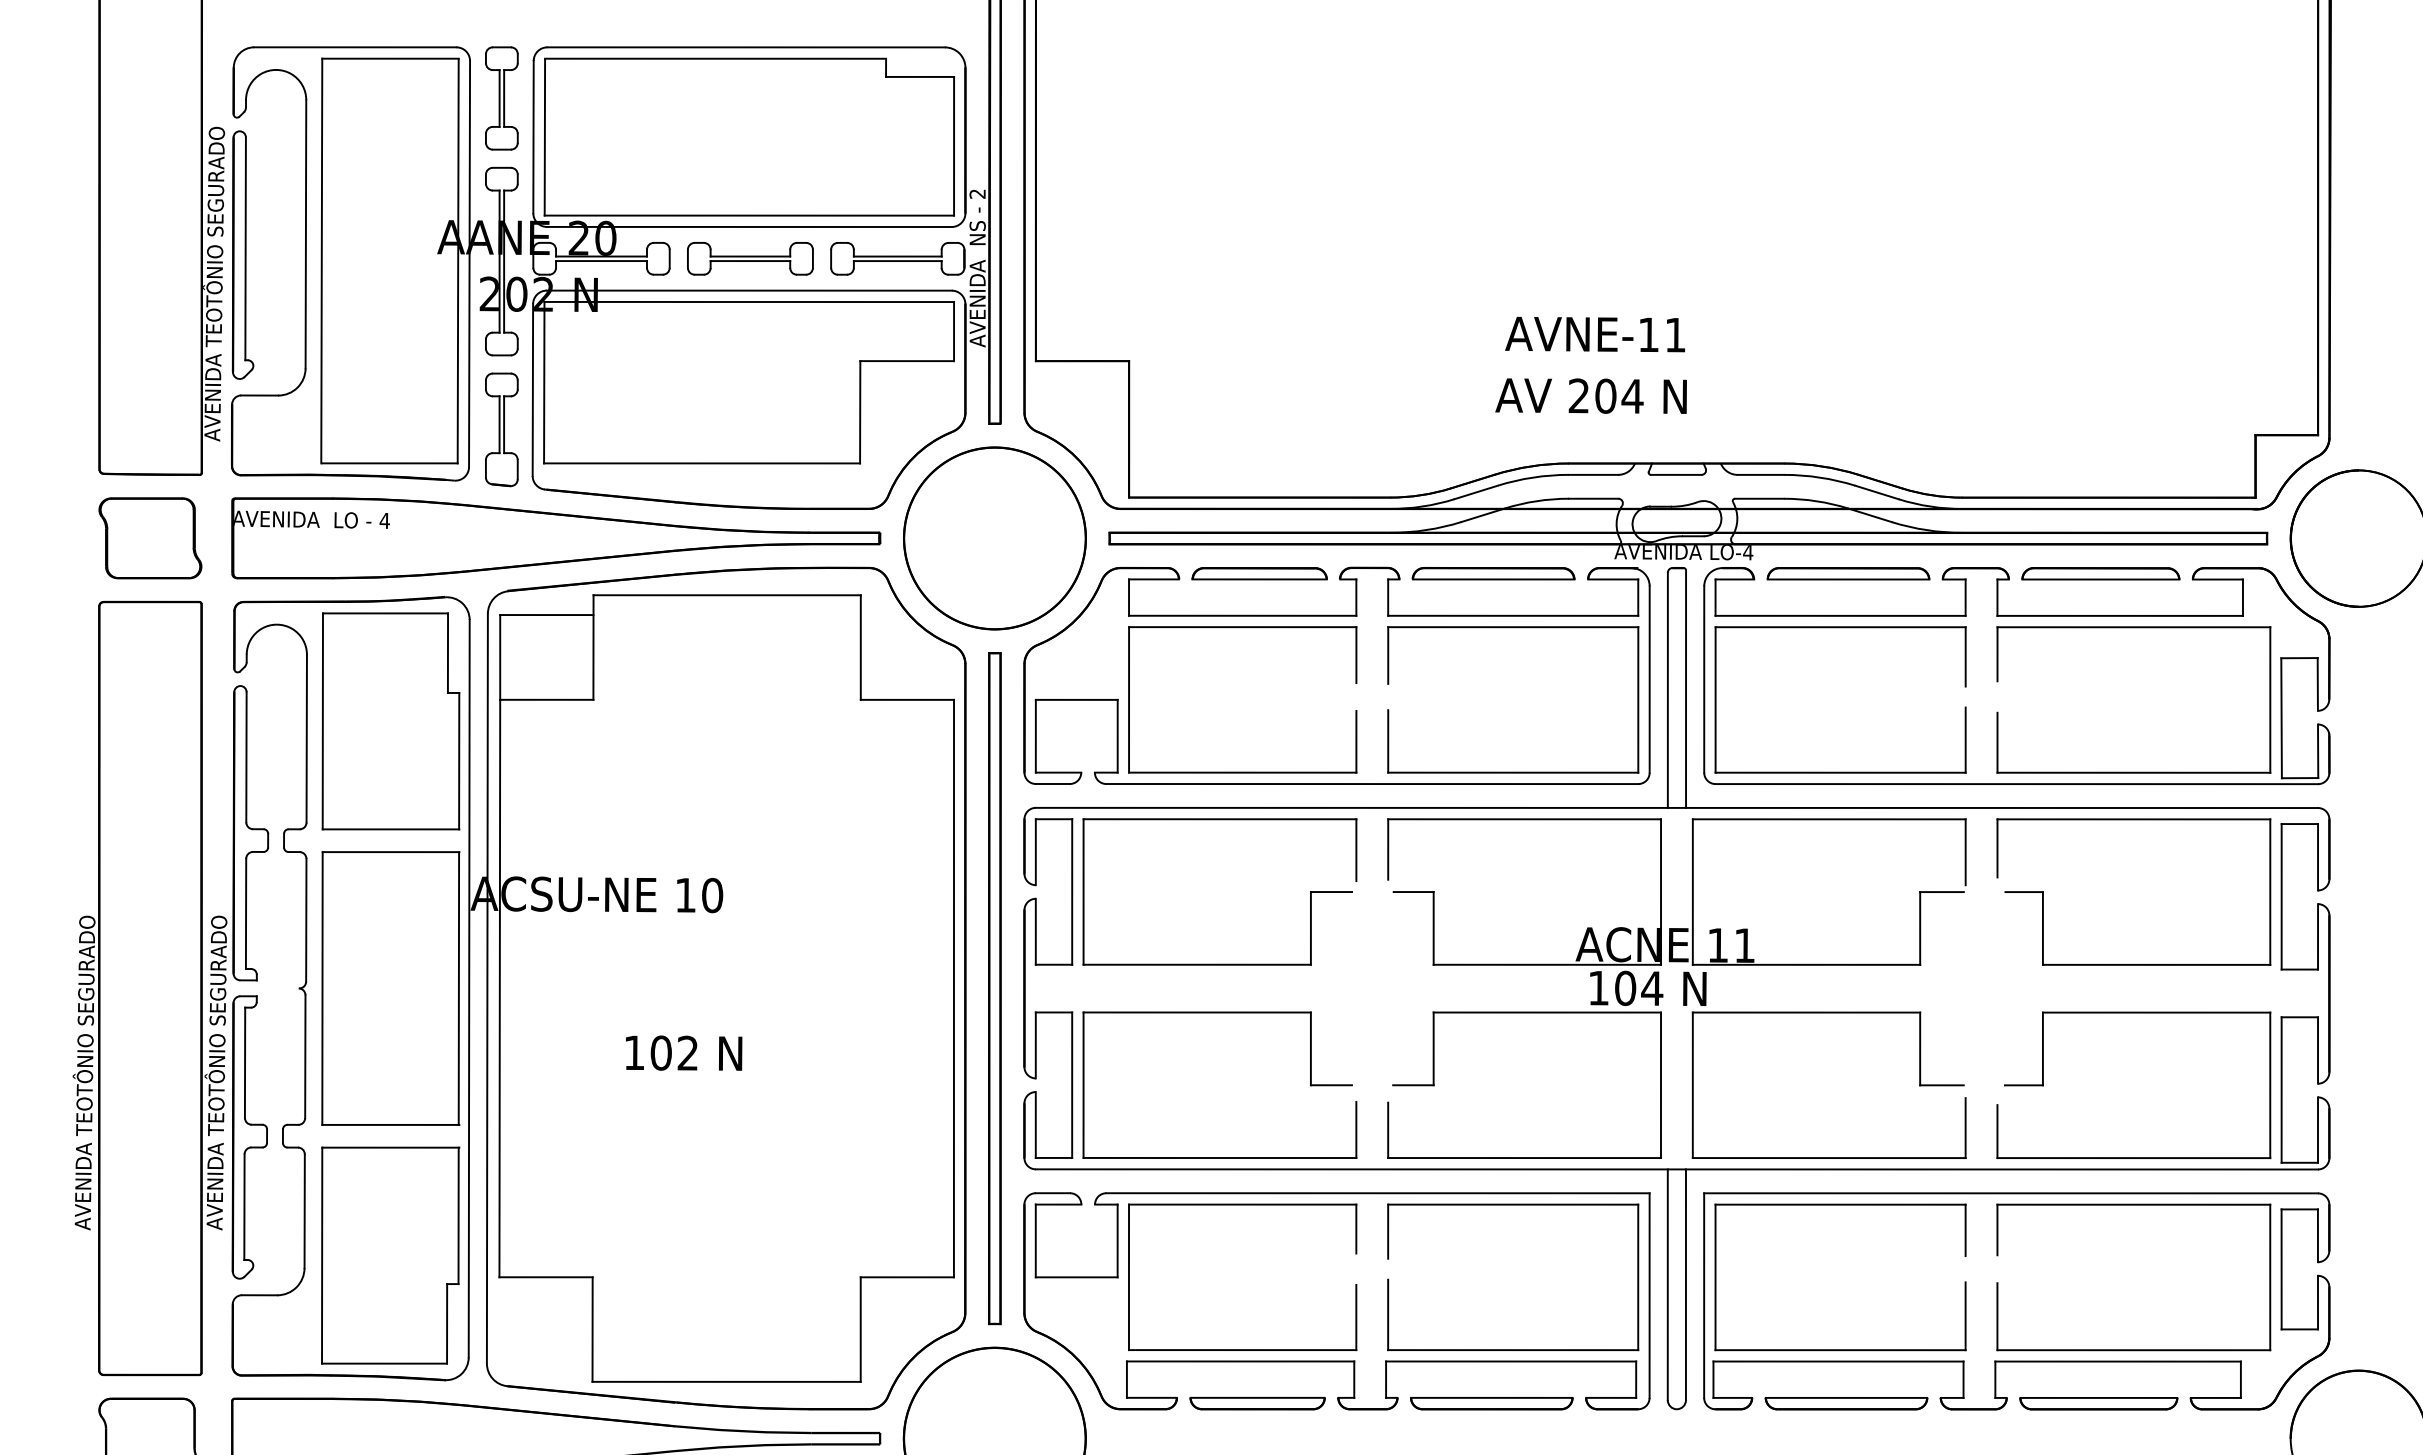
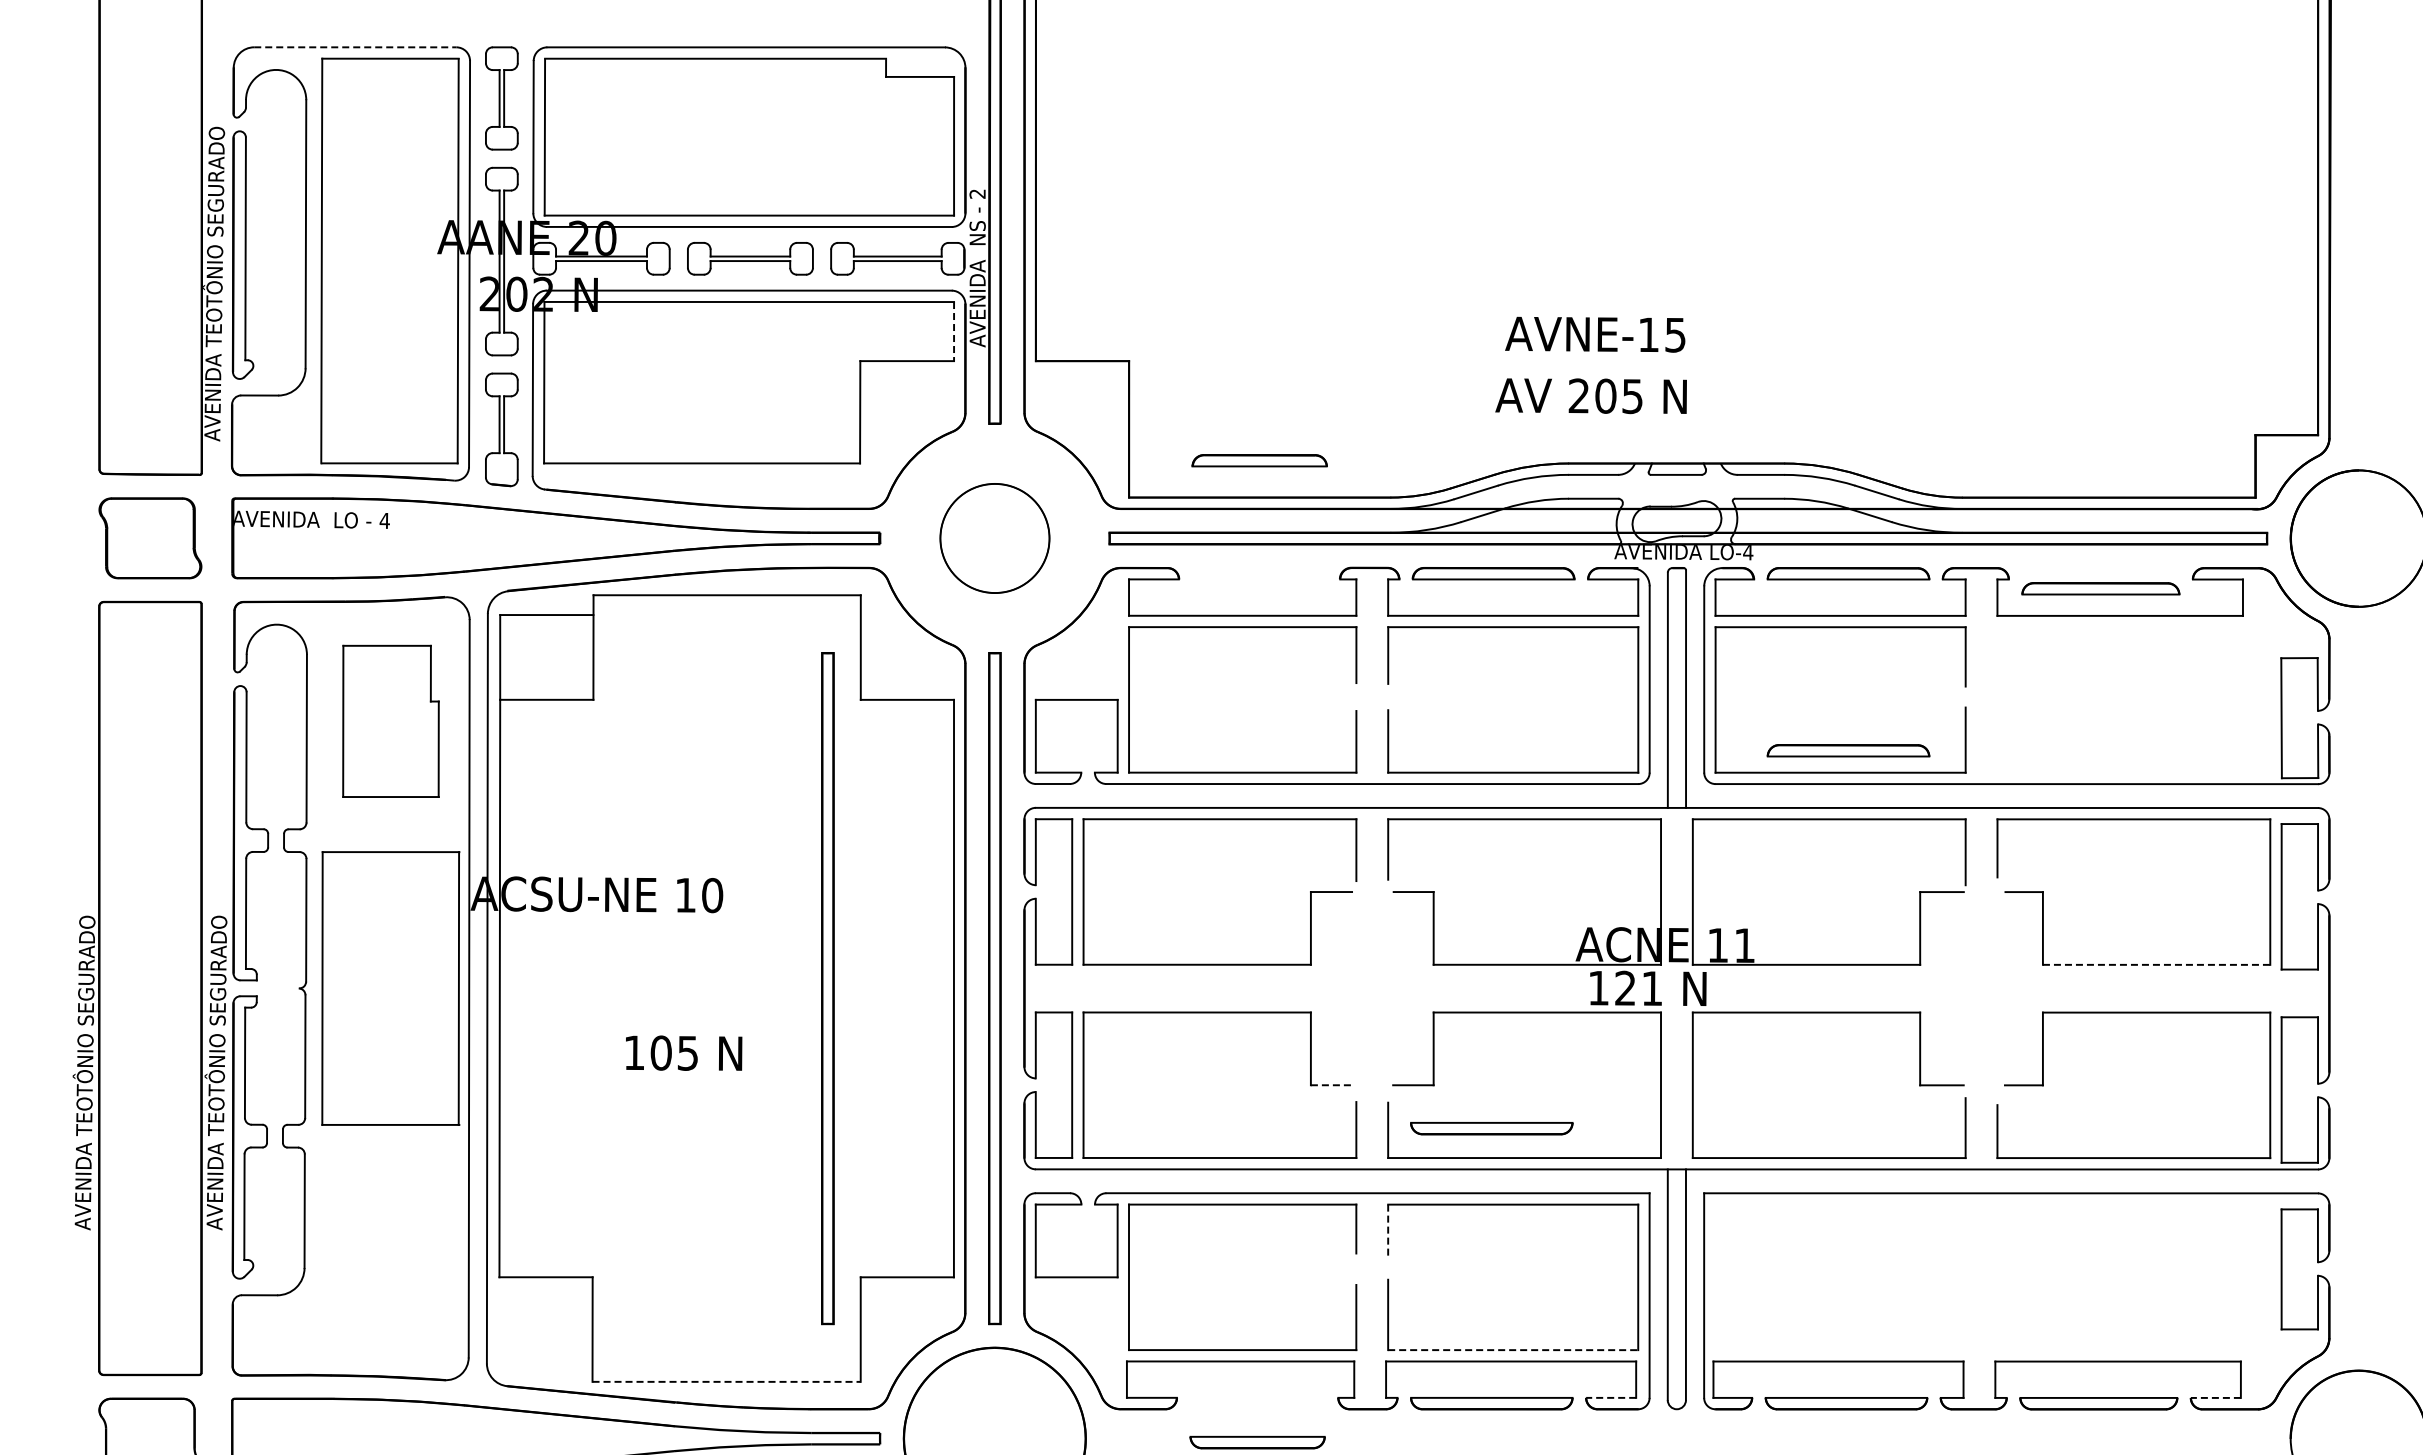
line at (355, 47): solid -> dashed
line at (954, 331): solid -> dashed
text at (1675, 335): AVNE-11 -> AVNE-15
text at (1632, 396): 204 -> 205
part at (994, 538) size: 184x185 px -> 112x111 px
part at (1259, 573) position: (1259, 573) -> (1259, 460)
part at (2100, 573) position: (2100, 573) -> (2100, 588)
part at (2133, 628): present -> none
part at (390, 721) size: 140x219 px -> 98x154 px
part at (1848, 750): none -> present
line at (2156, 964): solid -> dashed
part at (827, 988): none -> present
text at (1639, 988): 104 -> 121
text at (687, 1052): 102 -> 105
line at (1331, 1085): solid -> dashed
part at (1491, 1128): none -> present
part at (1840, 1205): present -> none
part at (2133, 1205): present -> none
line at (1388, 1232): solid -> dashed
part at (390, 1255): present -> none
line at (1513, 1350): solid -> dashed
line at (727, 1381): solid -> dashed
line at (1610, 1397): solid -> dashed
line at (2215, 1397): solid -> dashed
part at (1257, 1403) position: (1257, 1403) -> (1257, 1442)
